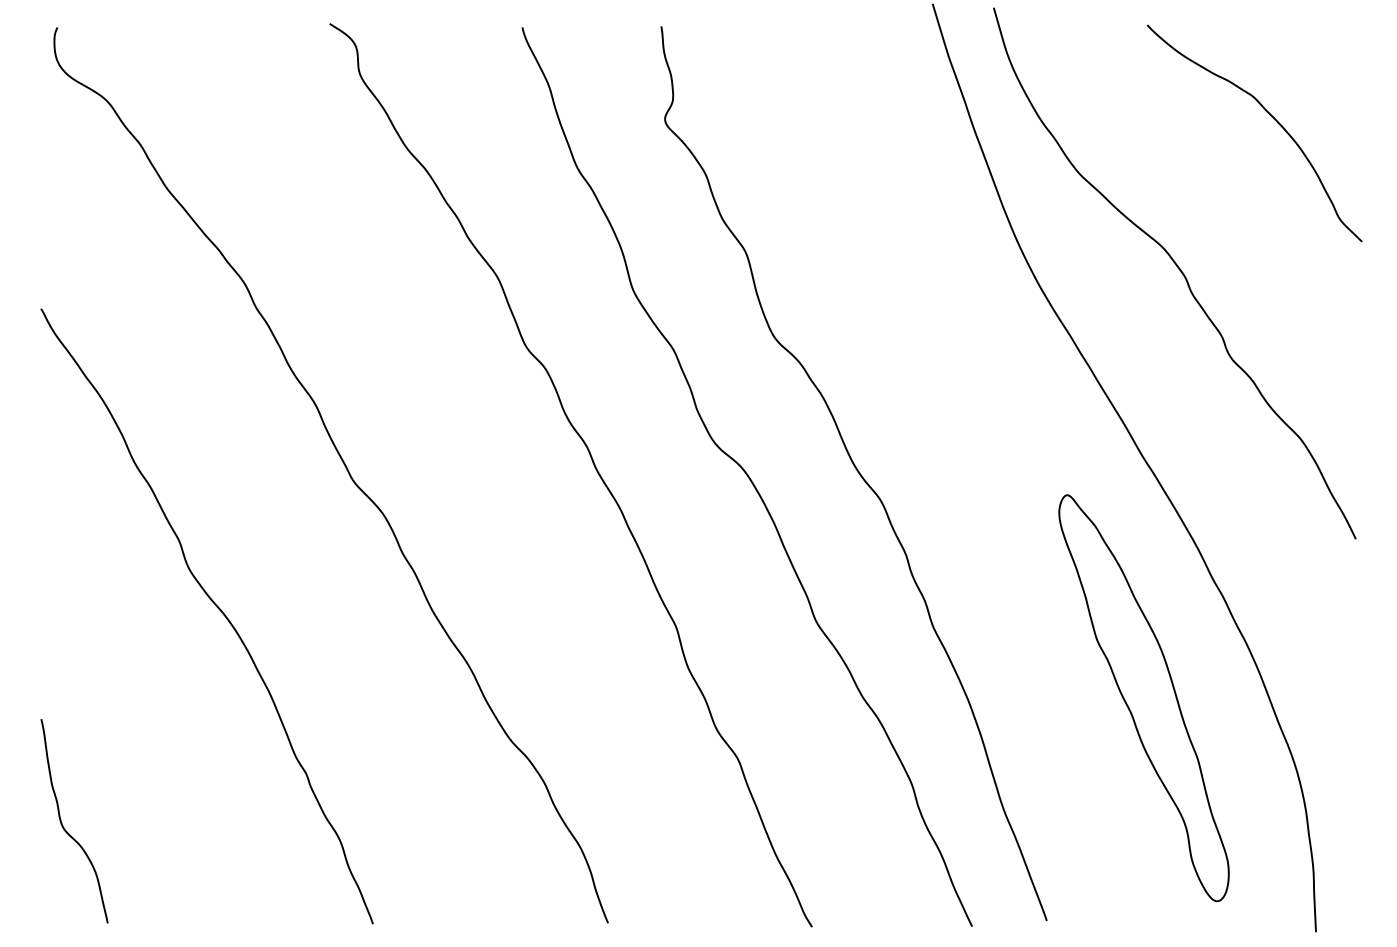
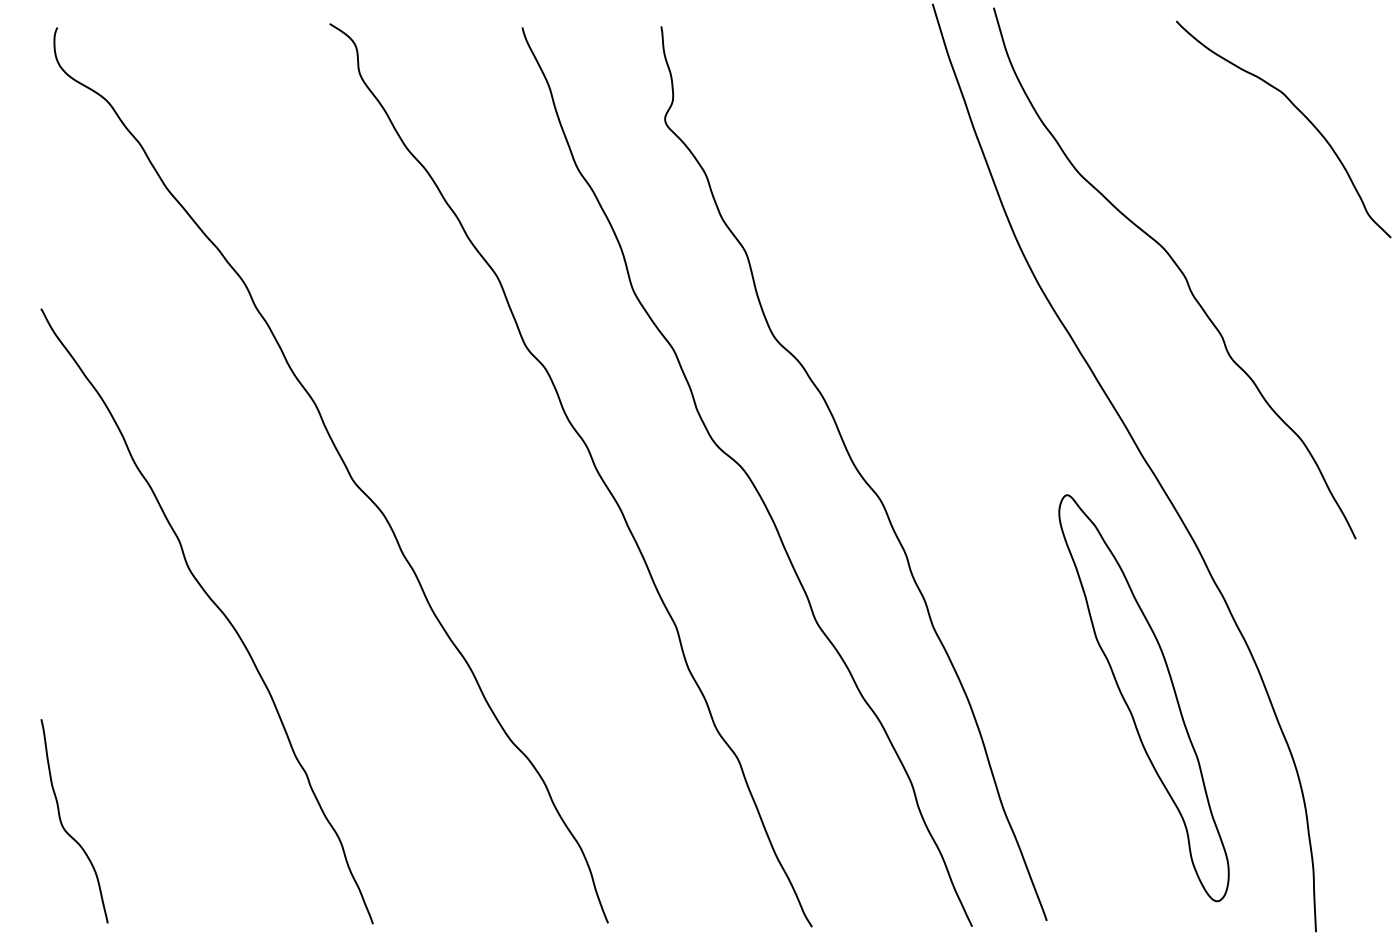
curve at (1268, 114) position: (1268, 114) -> (1297, 110)
